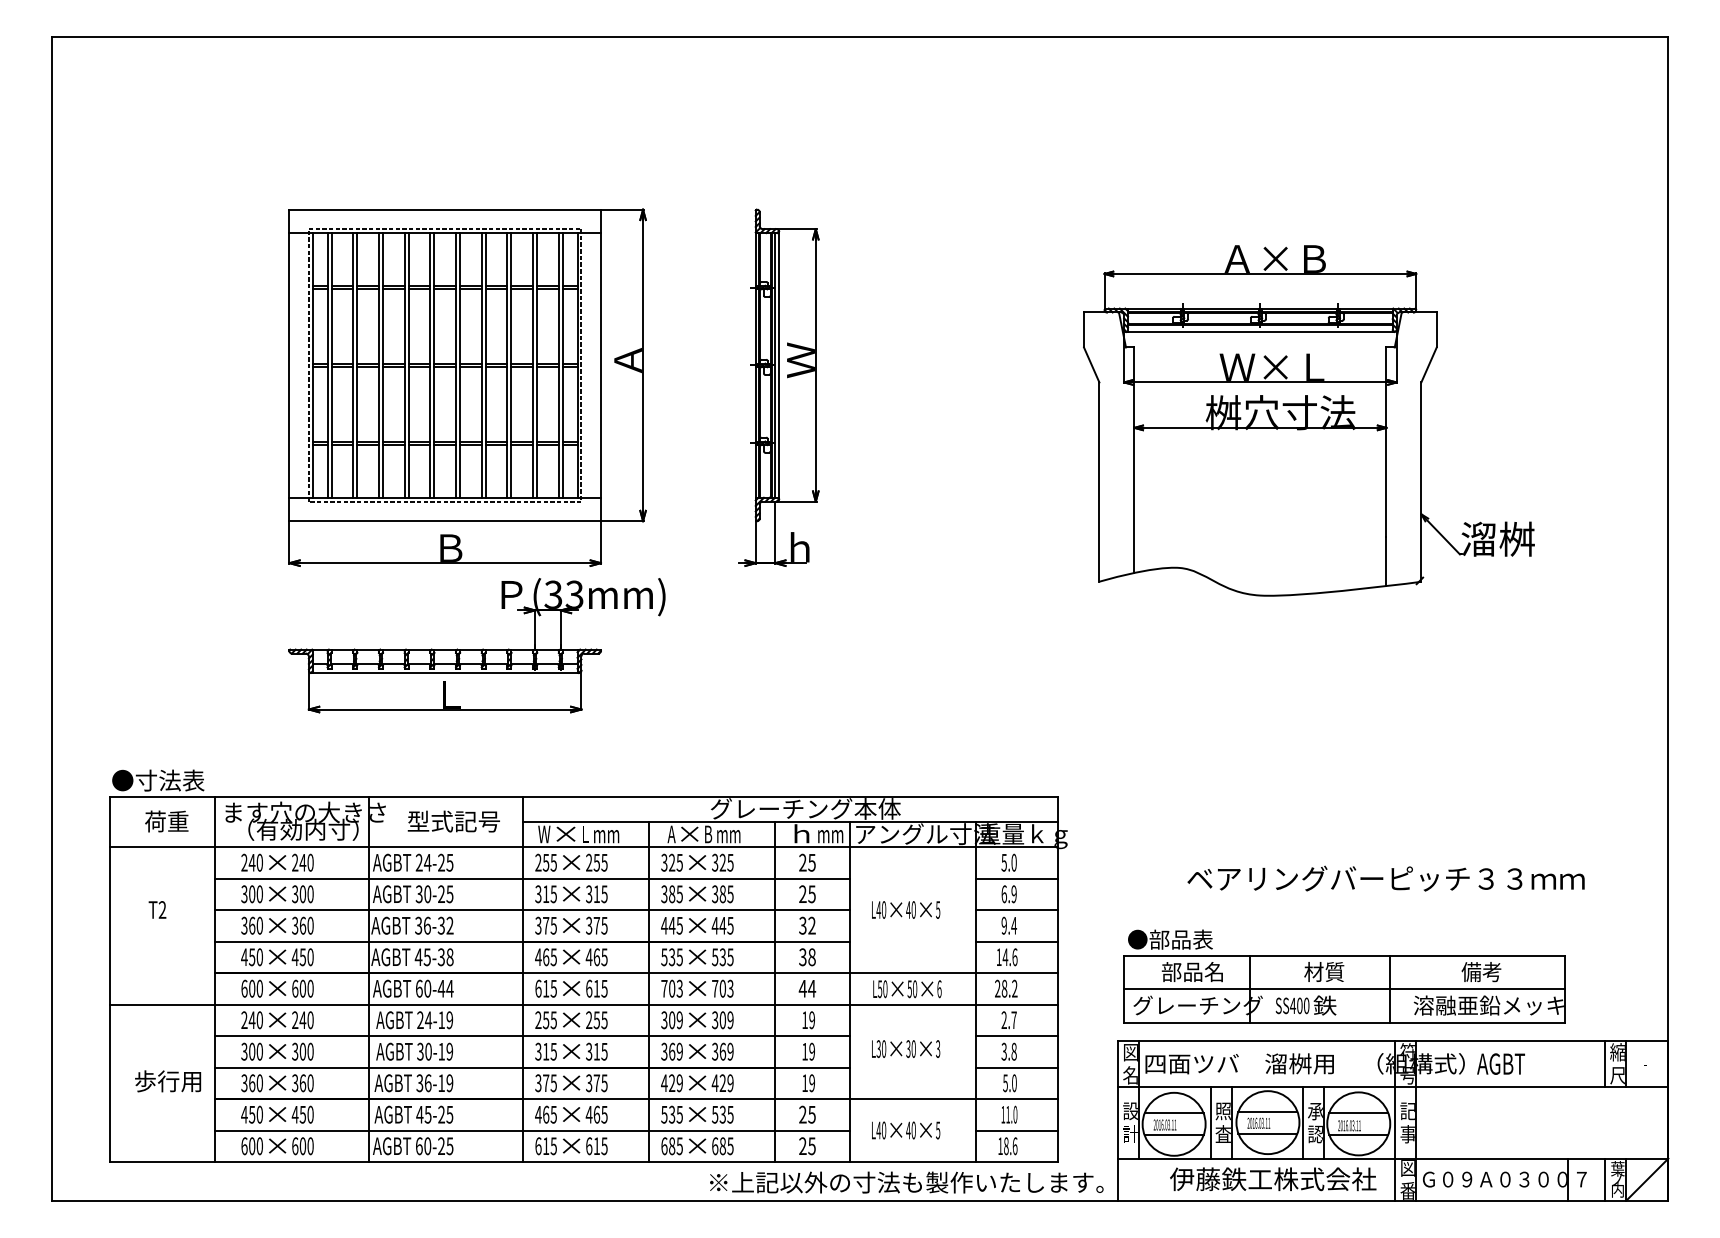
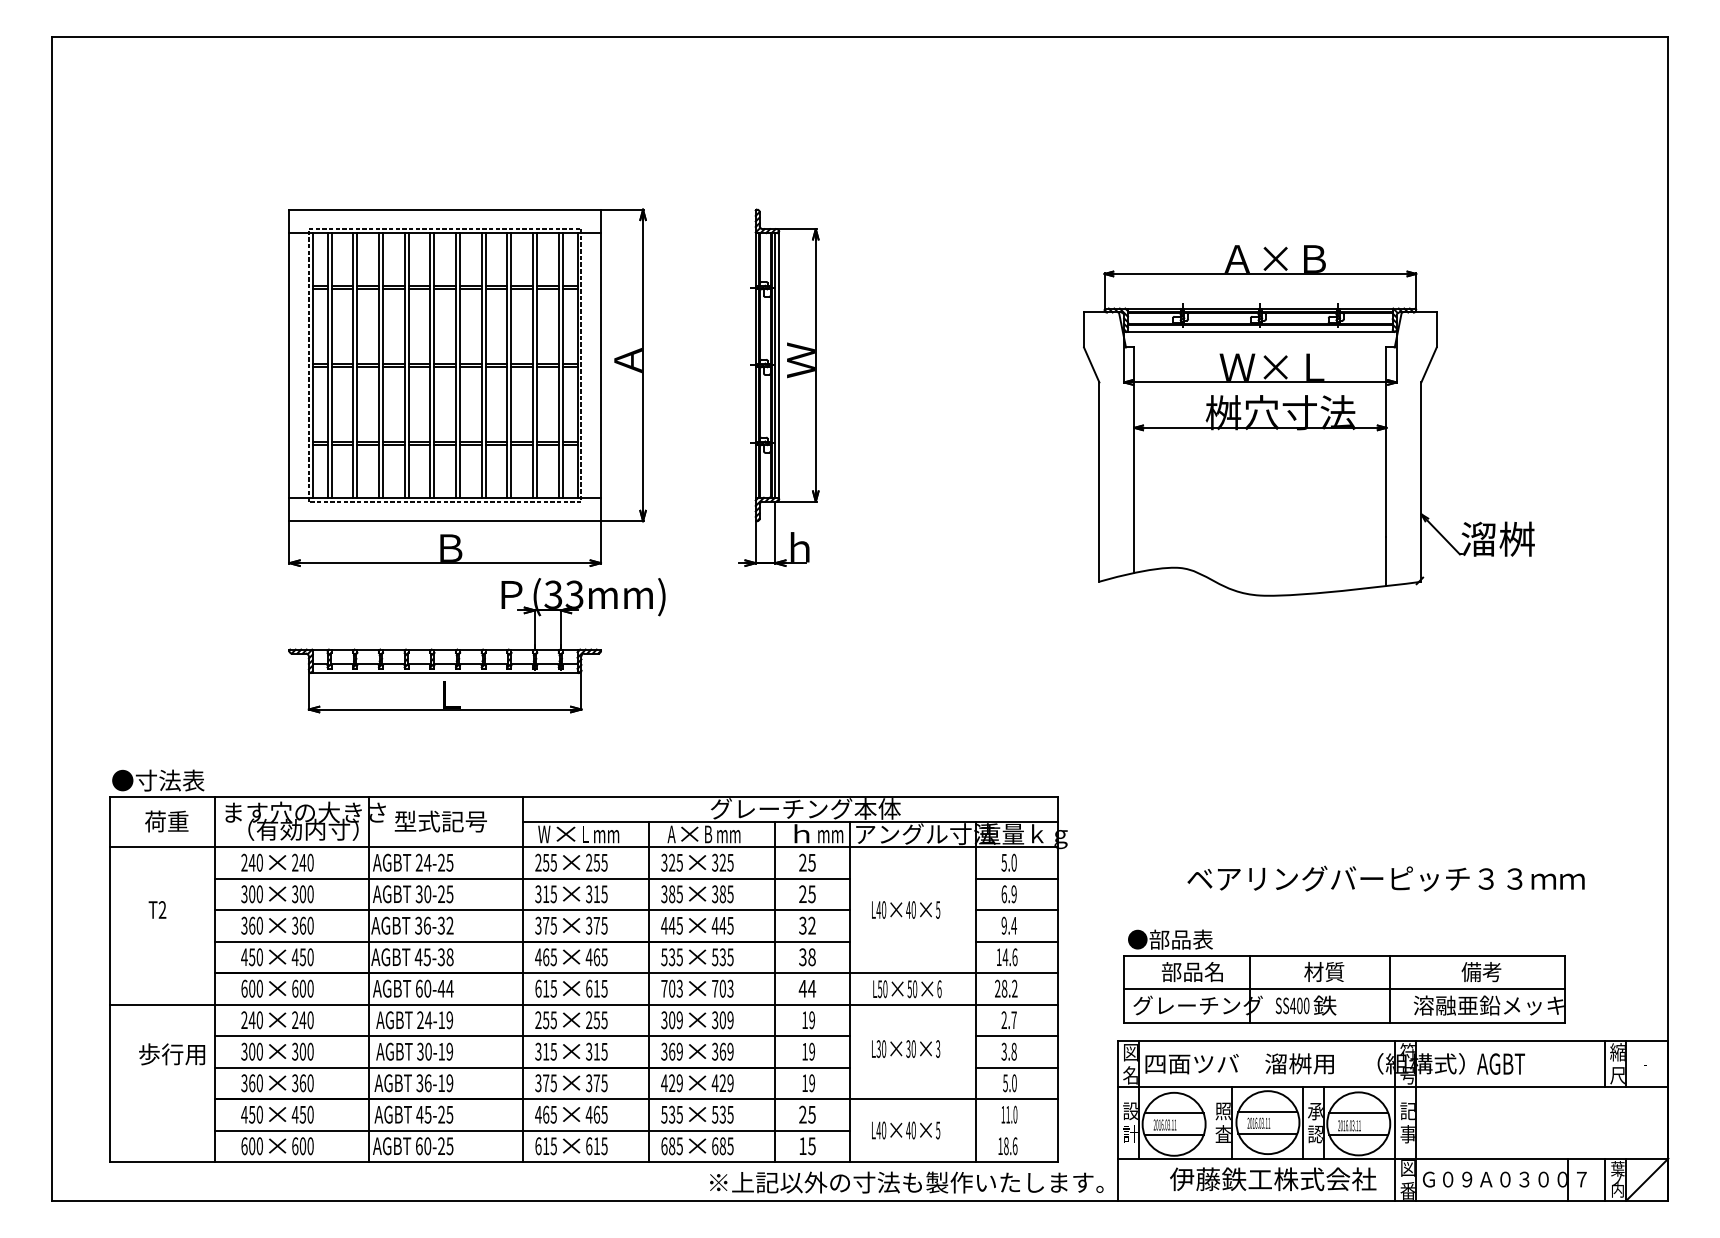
text at (453, 821) position: (453, 821) -> (440, 821)
text at (168, 1081) position: (168, 1081) -> (172, 1054)
line at (1210, 1122): present -> none
line at (1016, 1130): present -> none
text at (802, 1145): 25 -> 15
